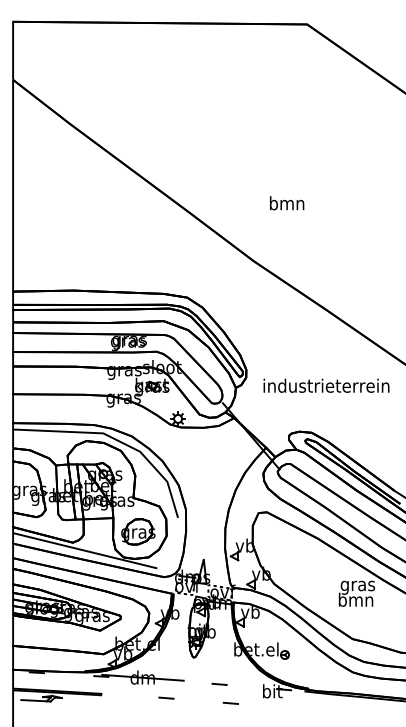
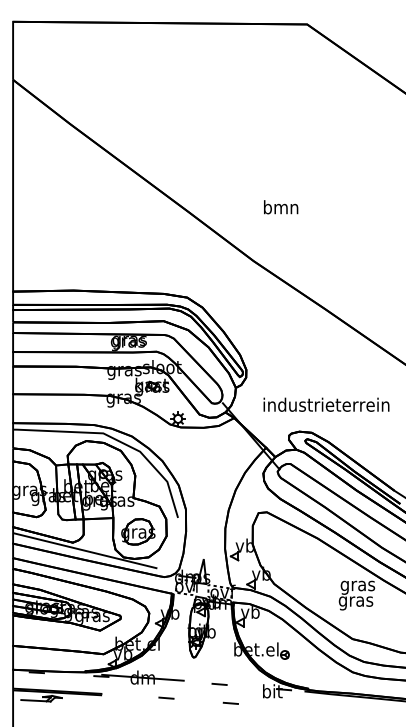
text at (287, 203) position: (287, 203) -> (281, 207)
text at (326, 385) position: (326, 385) -> (326, 404)
text at (355, 601): bmn -> gras
